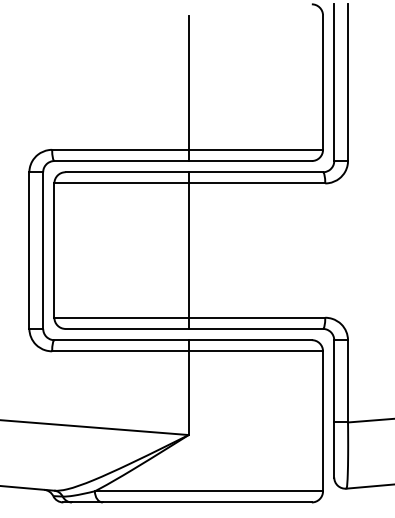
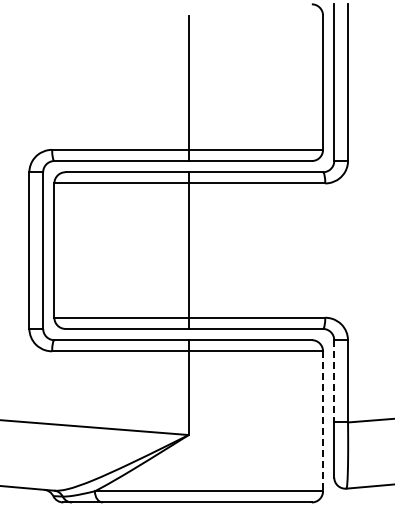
line at (334, 381): solid -> dashed
line at (323, 421): solid -> dashed
